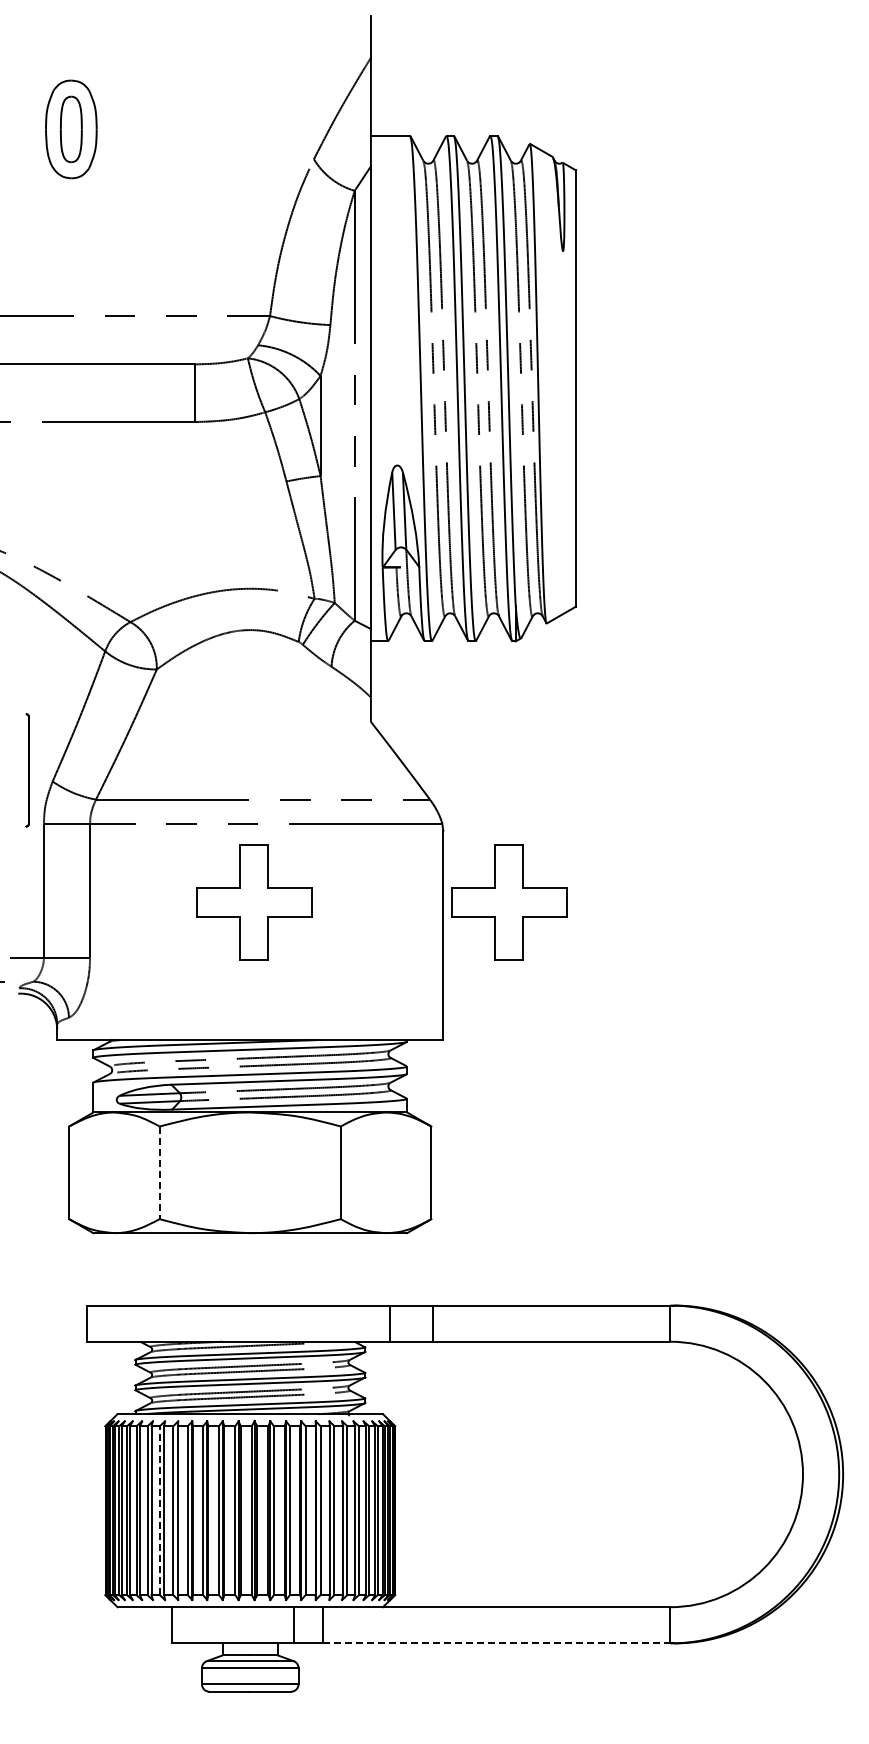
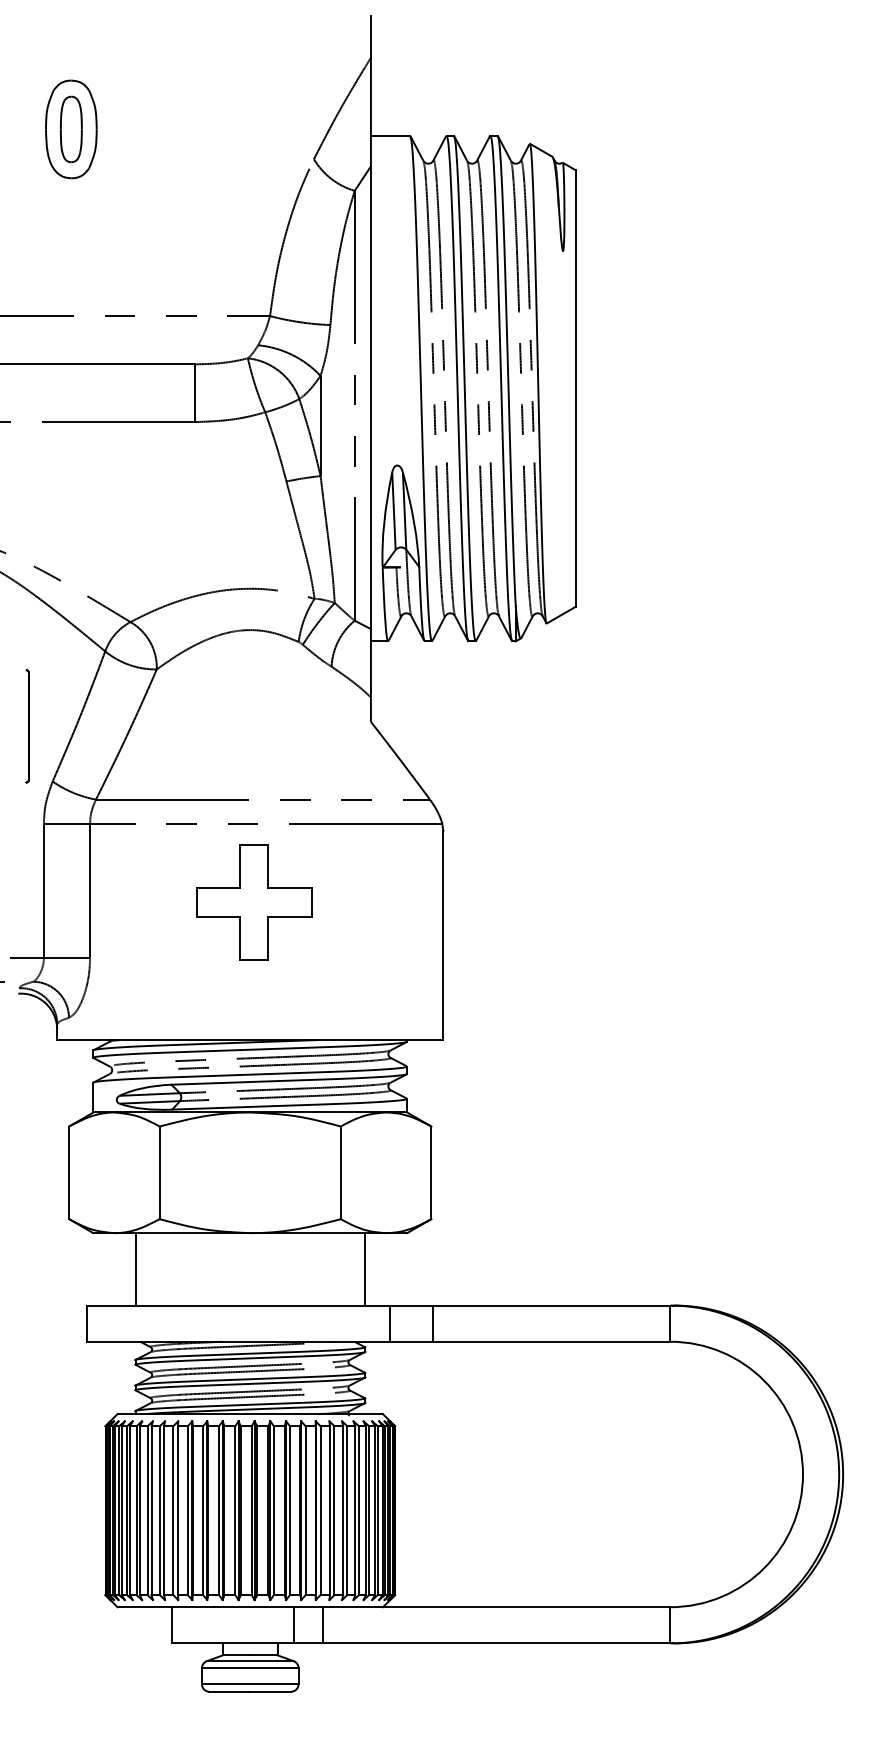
part at (27, 770) position: (27, 770) -> (27, 726)
part at (509, 902): present -> none
line at (159, 1173): dashed -> solid
line at (135, 1269): none -> present
line at (364, 1269): none -> present
line at (159, 1510): dashed -> solid
line at (496, 1643): dashed -> solid
